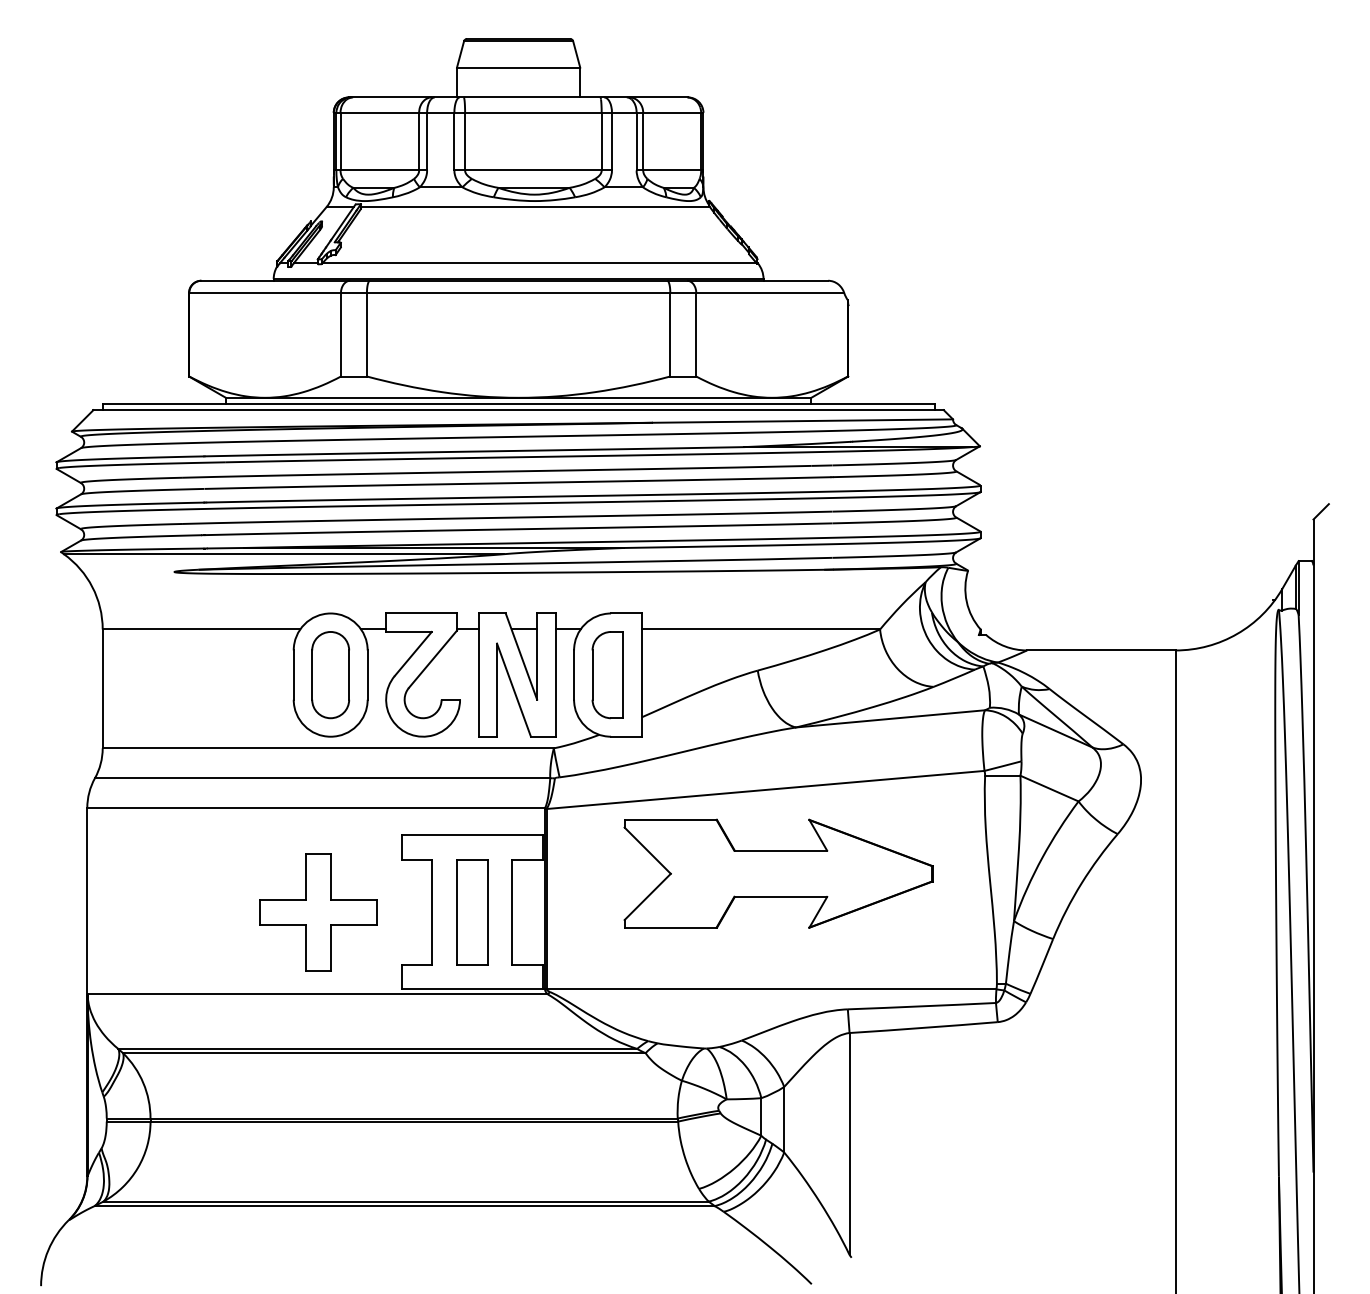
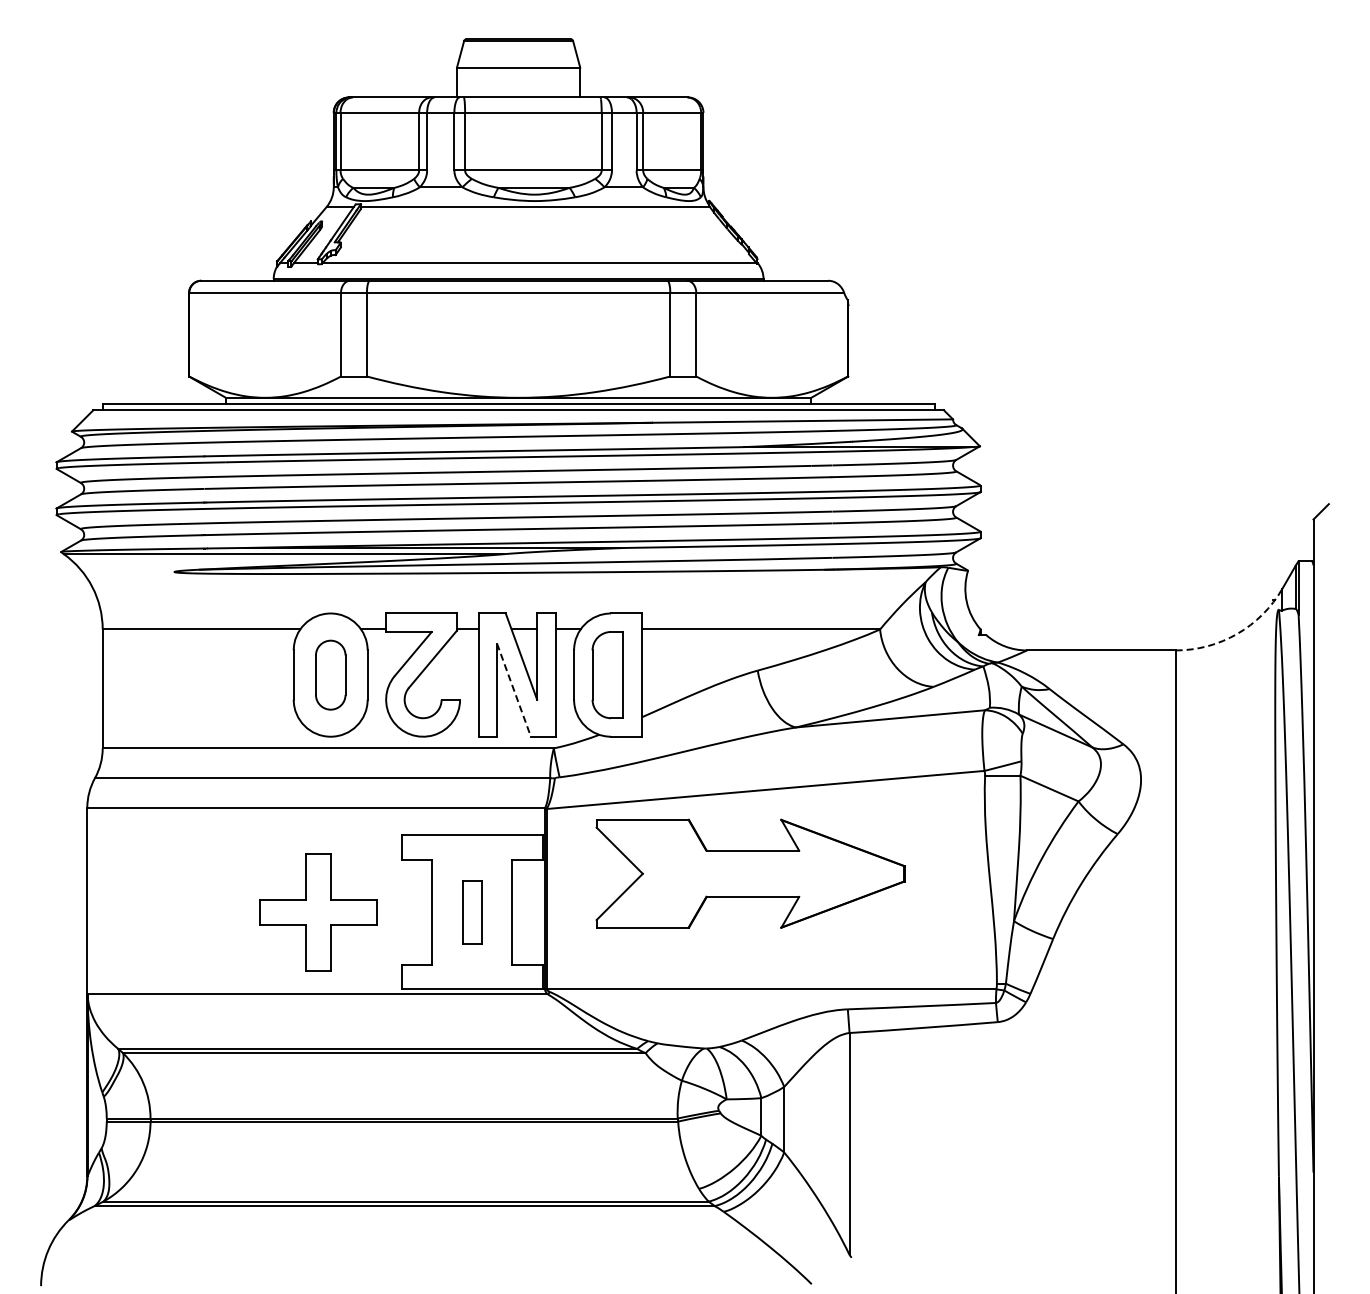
arc at (1237, 633): solid -> dashed
part at (330, 675) size: 40x89 px -> 32x72 px
line at (514, 690): solid -> dashed
part at (778, 873) position: (778, 873) -> (750, 873)
part at (472, 912) size: 33x107 px -> 21x65 px
